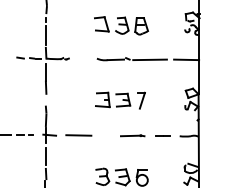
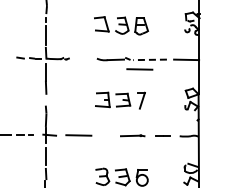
line at (150, 59): solid -> dashed
line at (139, 69): none -> present
